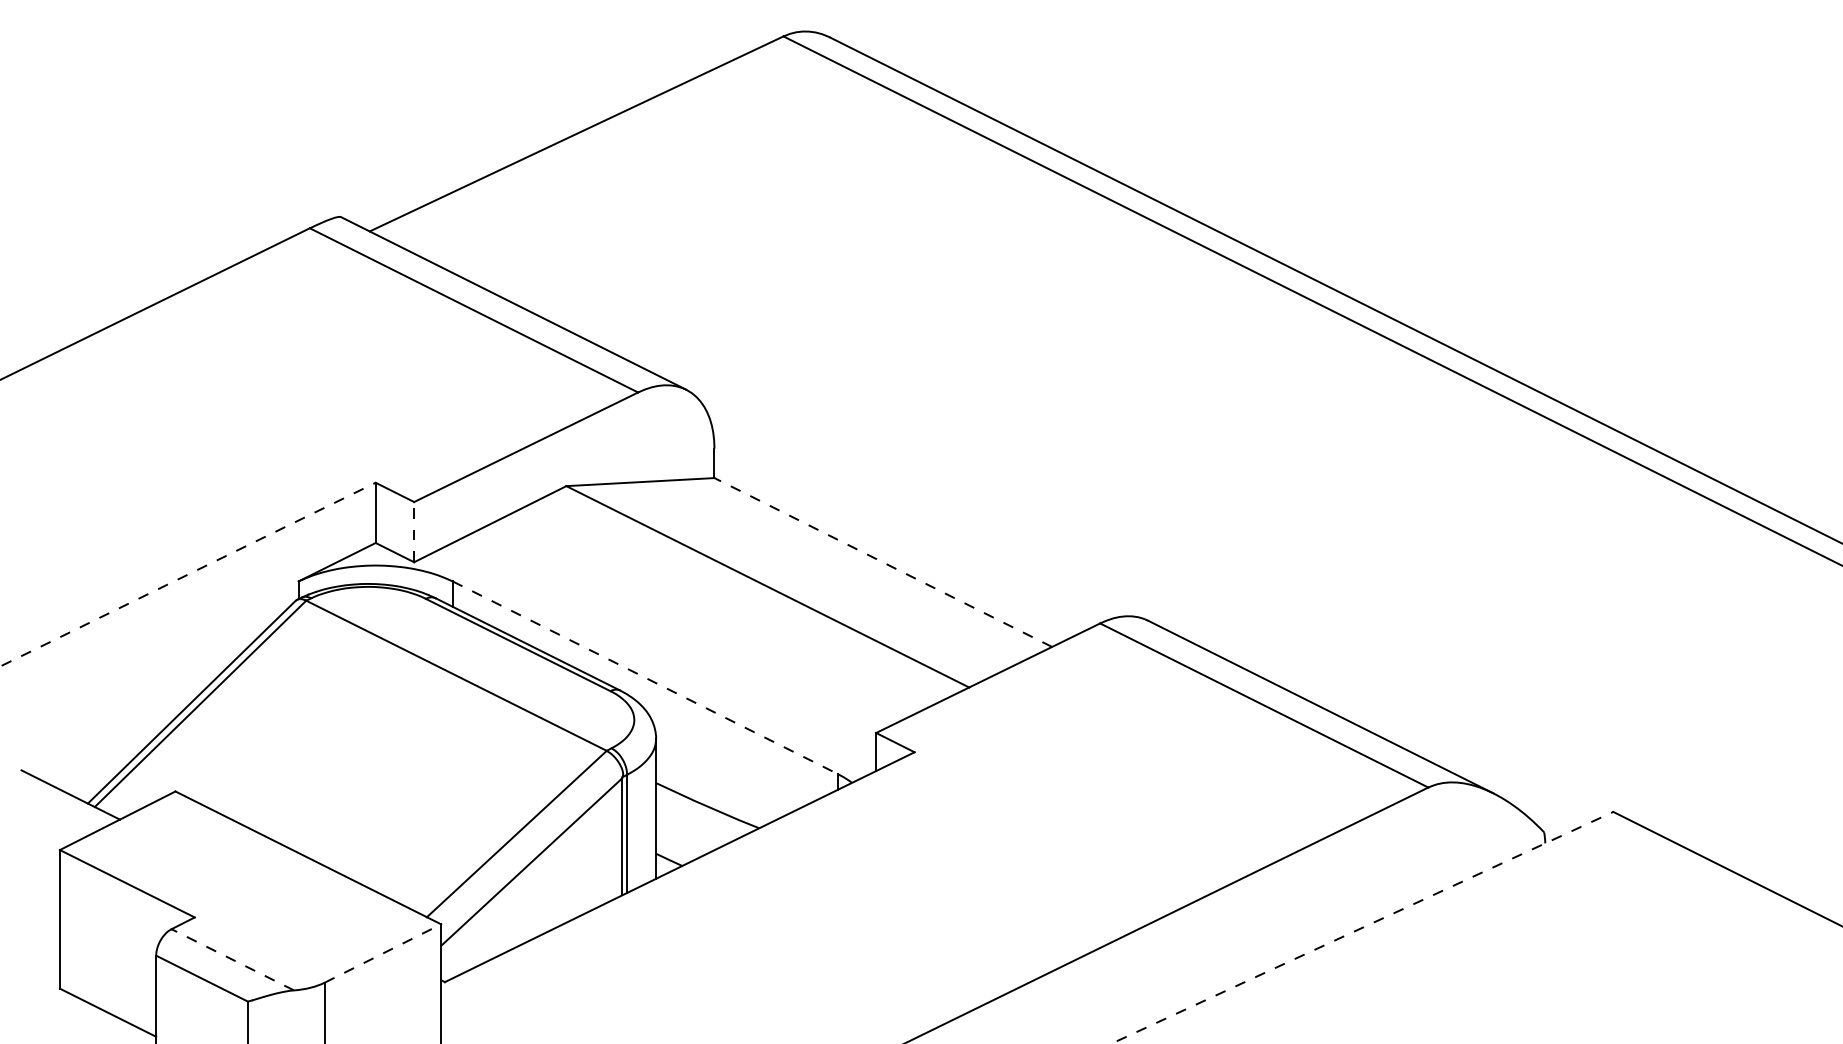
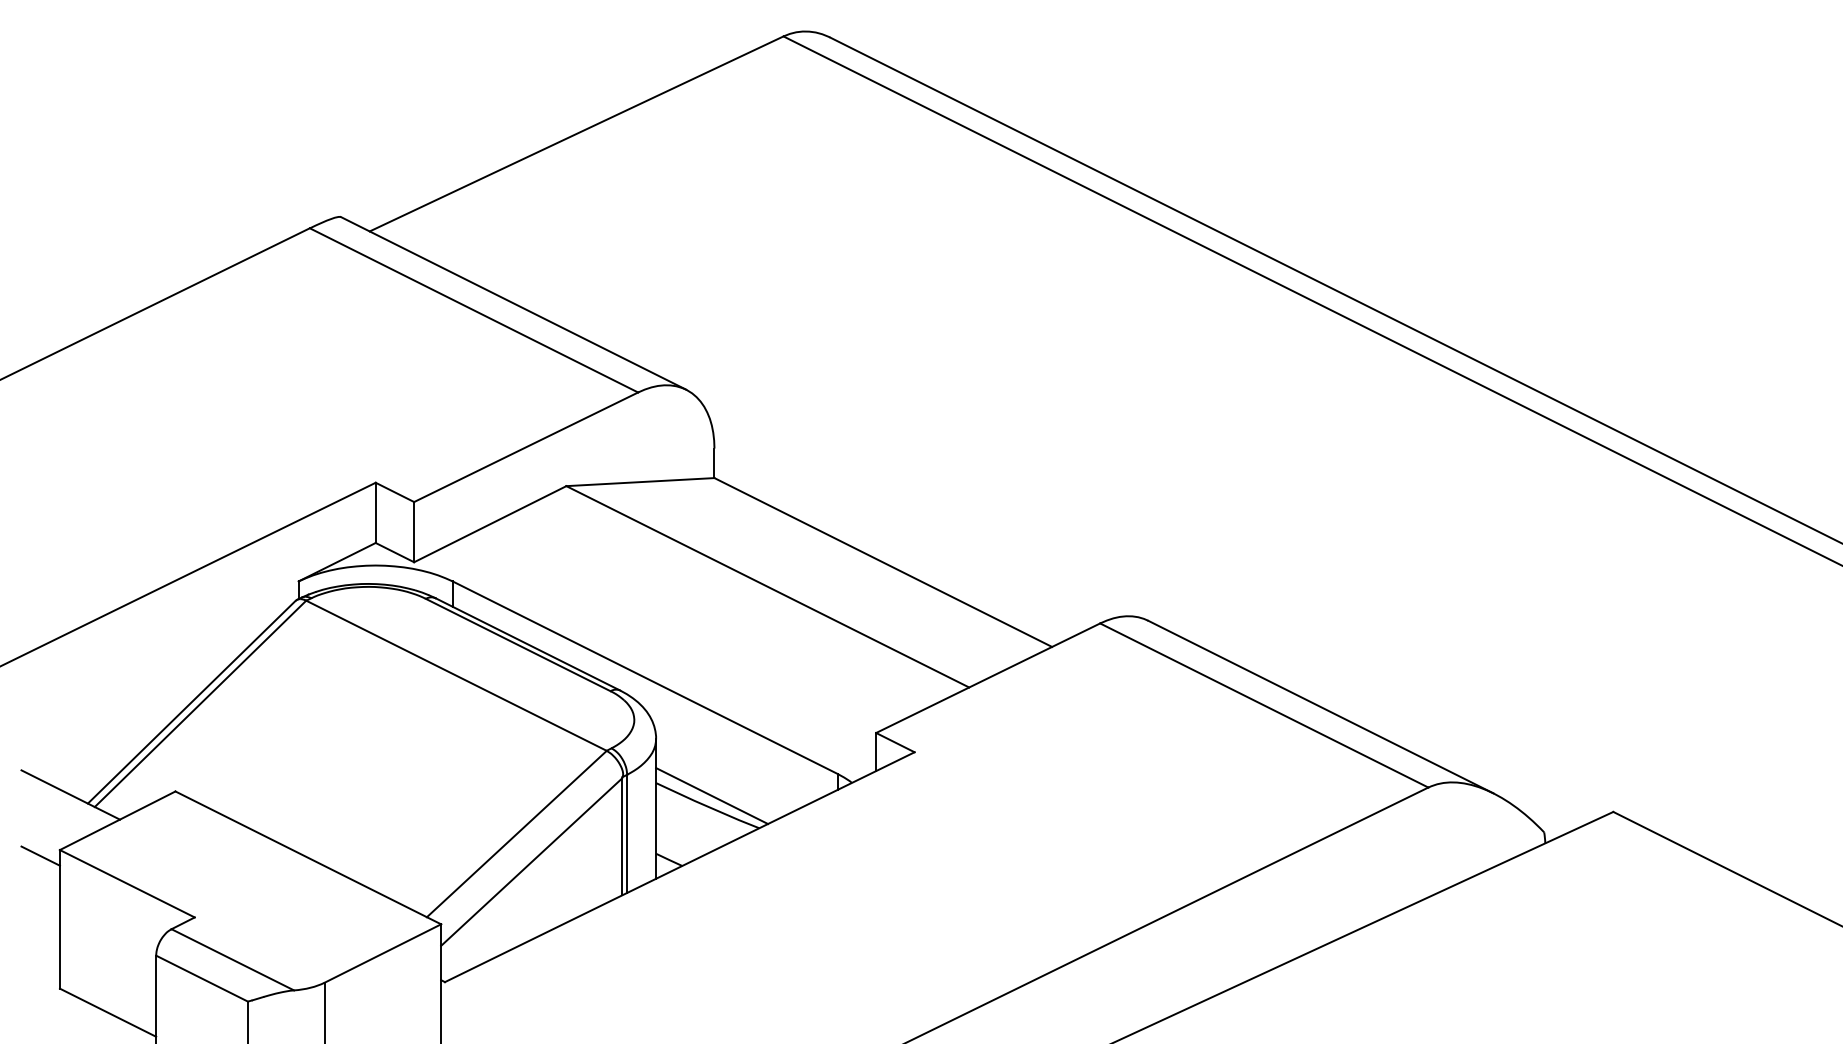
line at (414, 531): dashed -> solid
line at (883, 562): dashed -> solid
line at (188, 574): dashed -> solid
line at (645, 677): dashed -> solid
line at (712, 796): none -> present
line at (40, 855): none -> present
line at (1362, 927): dashed -> solid
line at (383, 953): dashed -> solid
line at (232, 959): dashed -> solid
